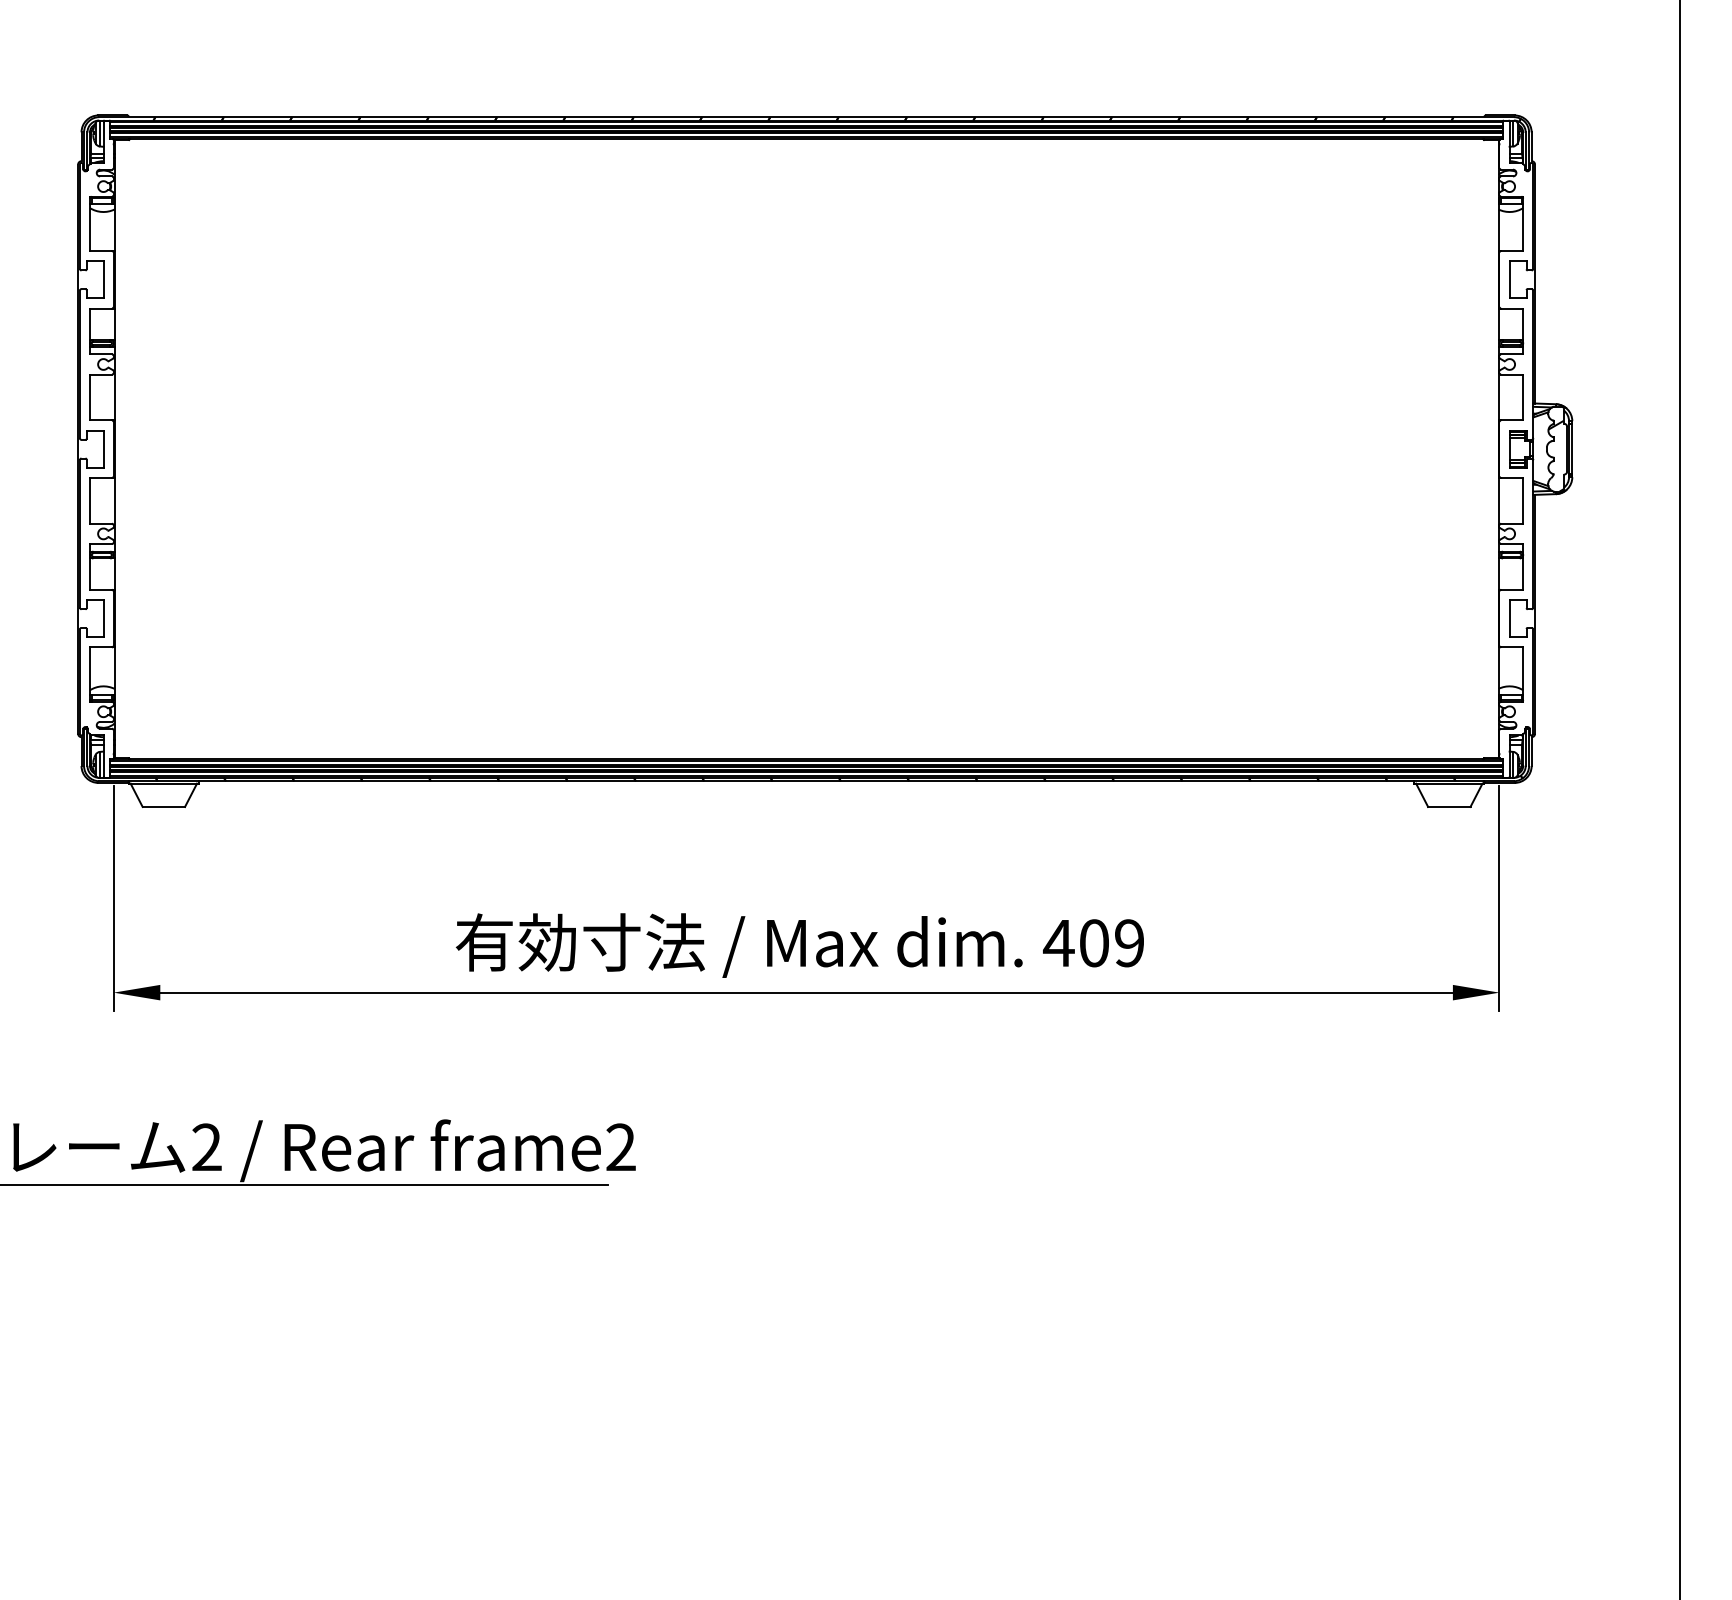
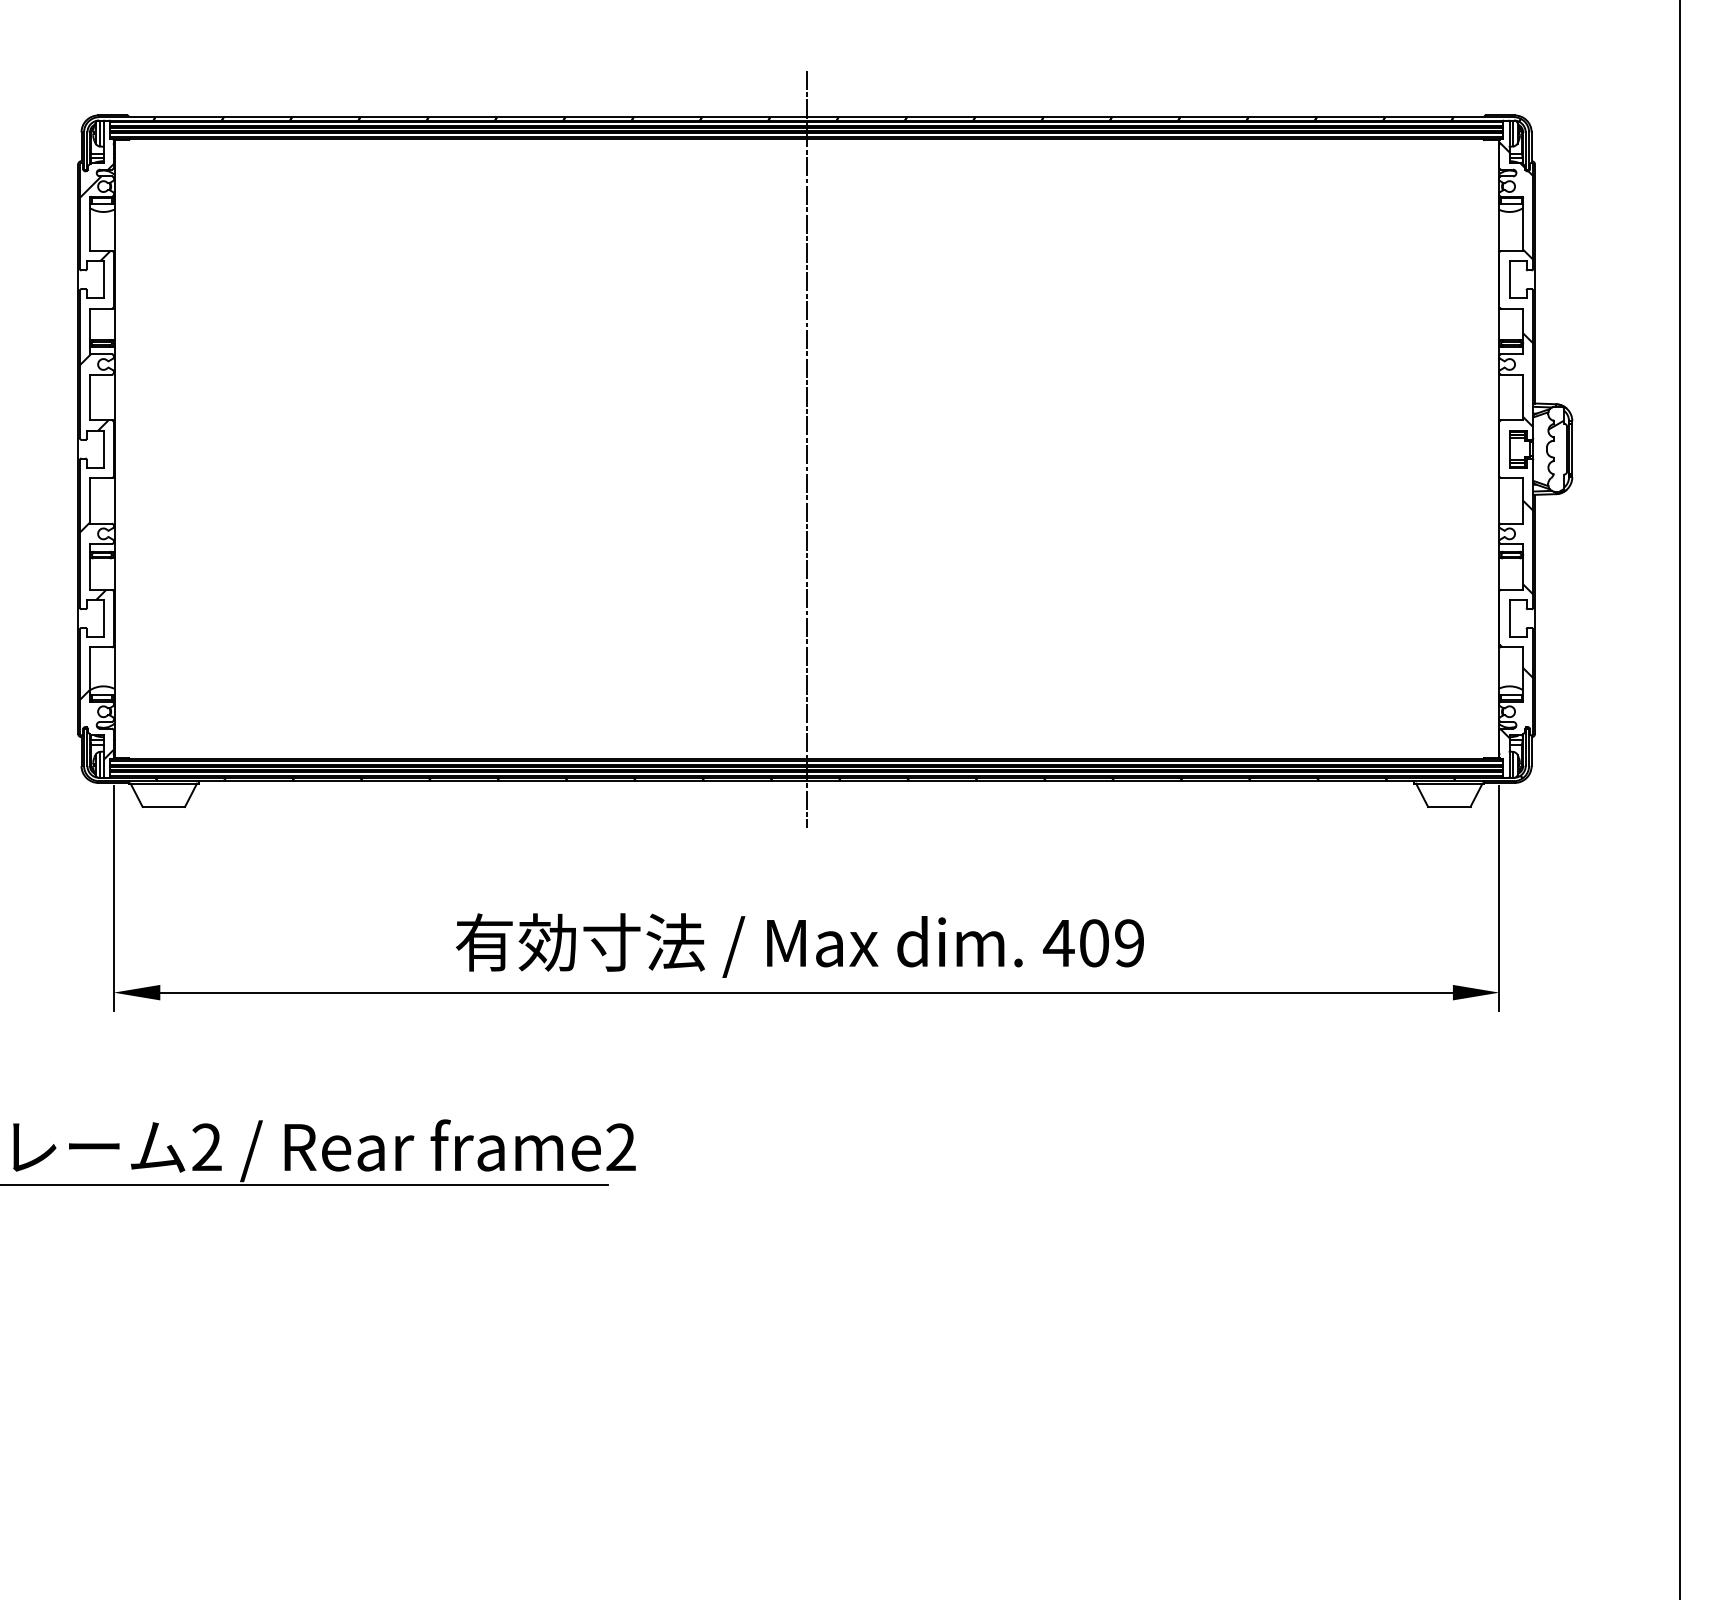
hatch at (1516, 440): none -> present
line at (806, 448): none -> present
hatch at (96, 462): none -> present
